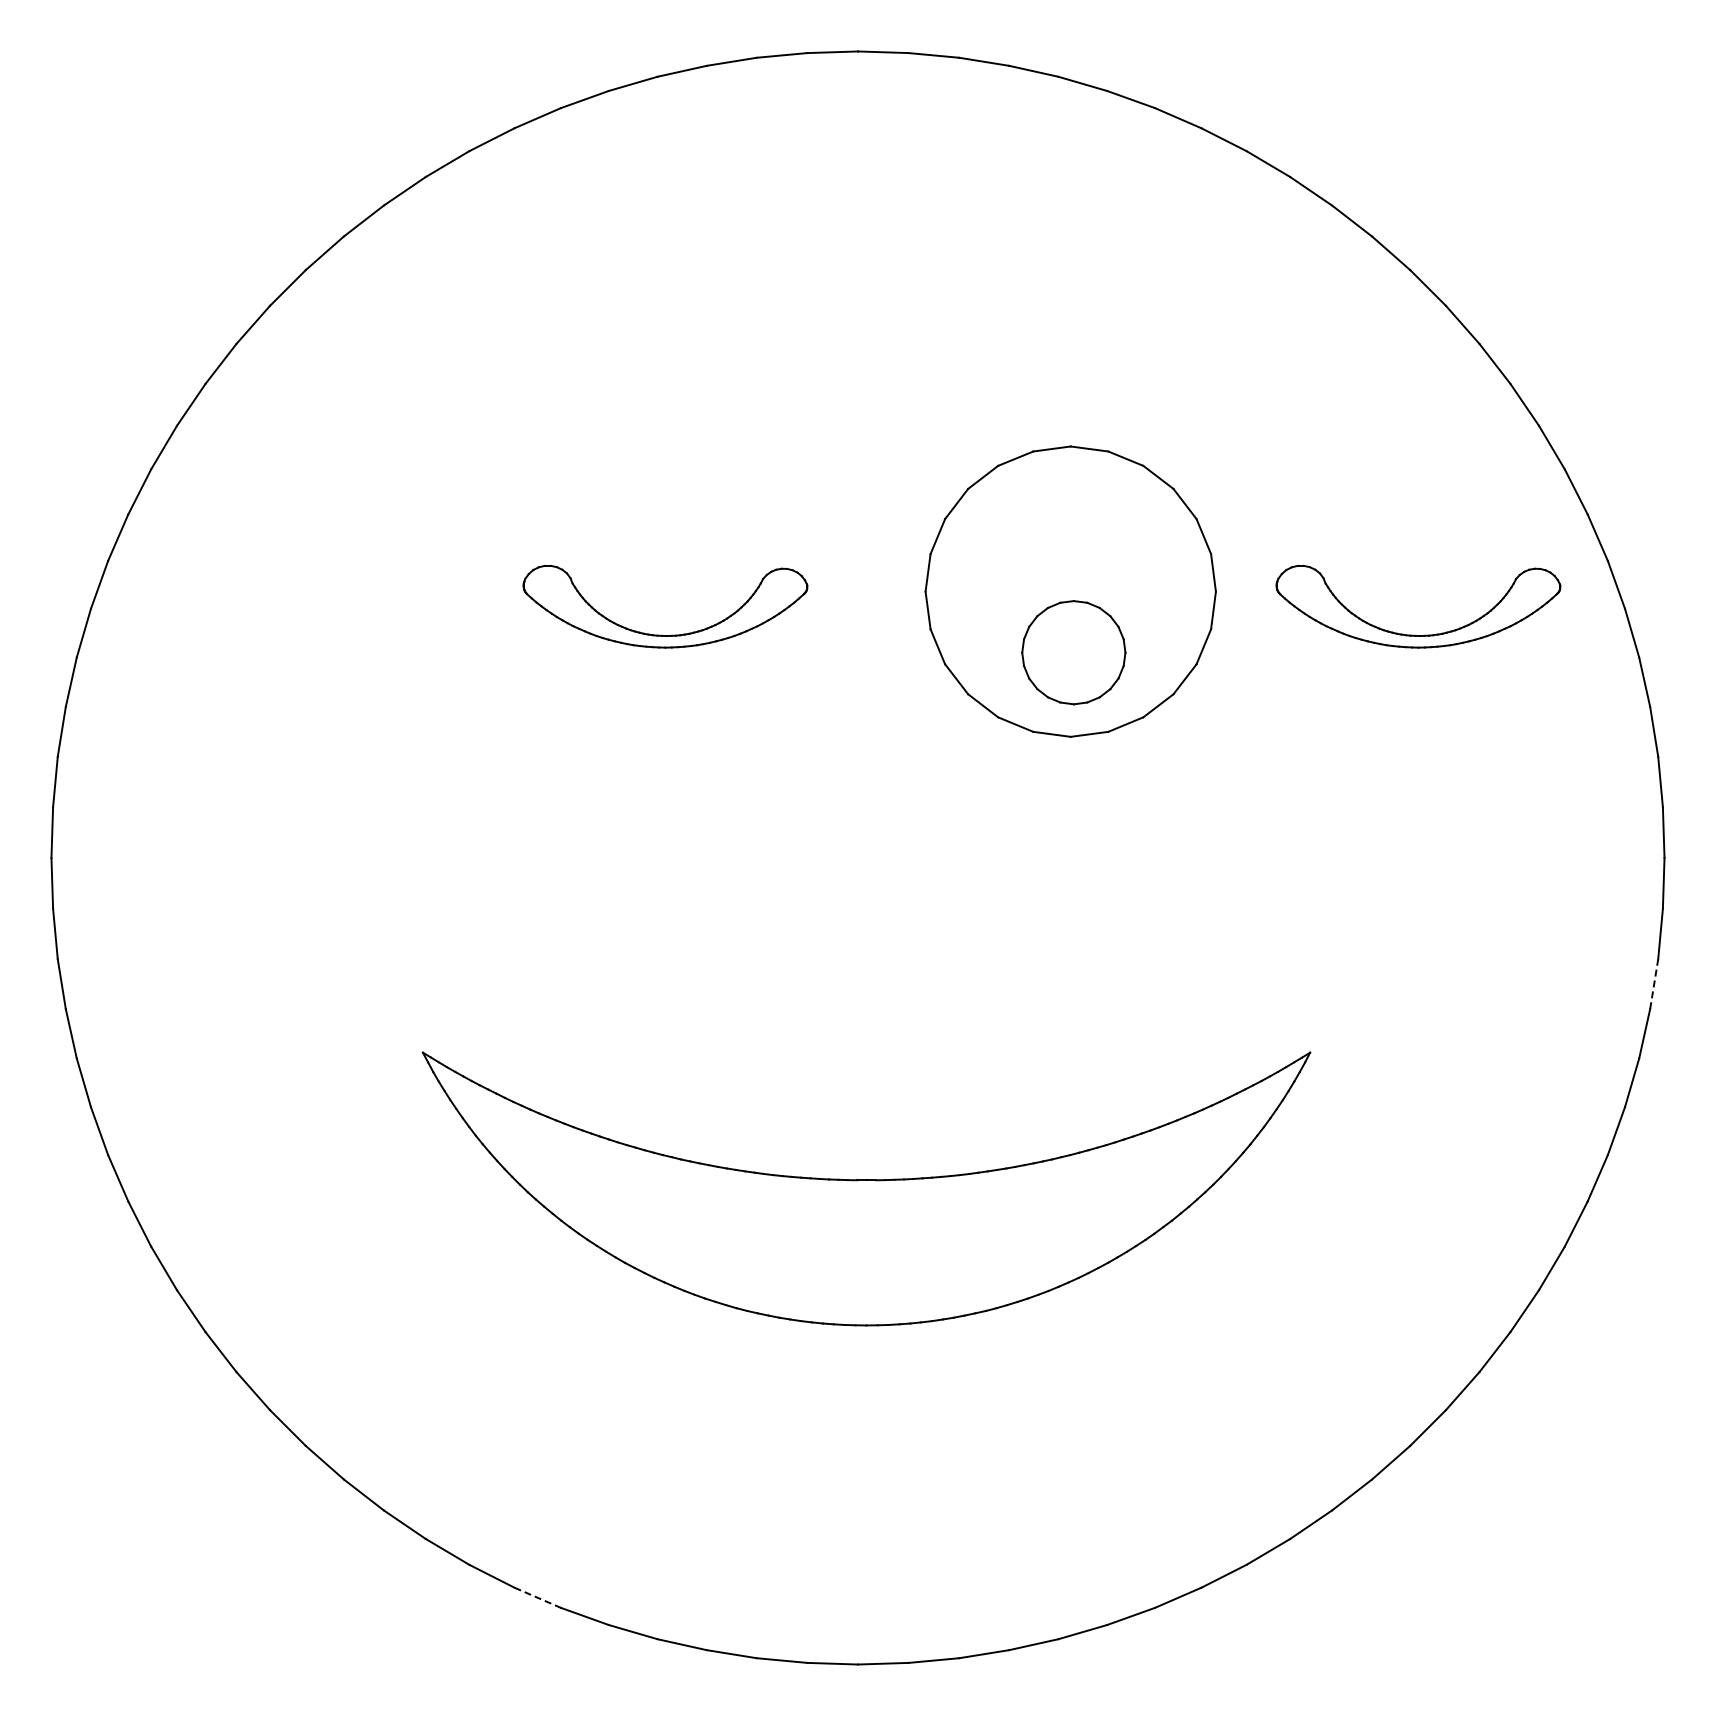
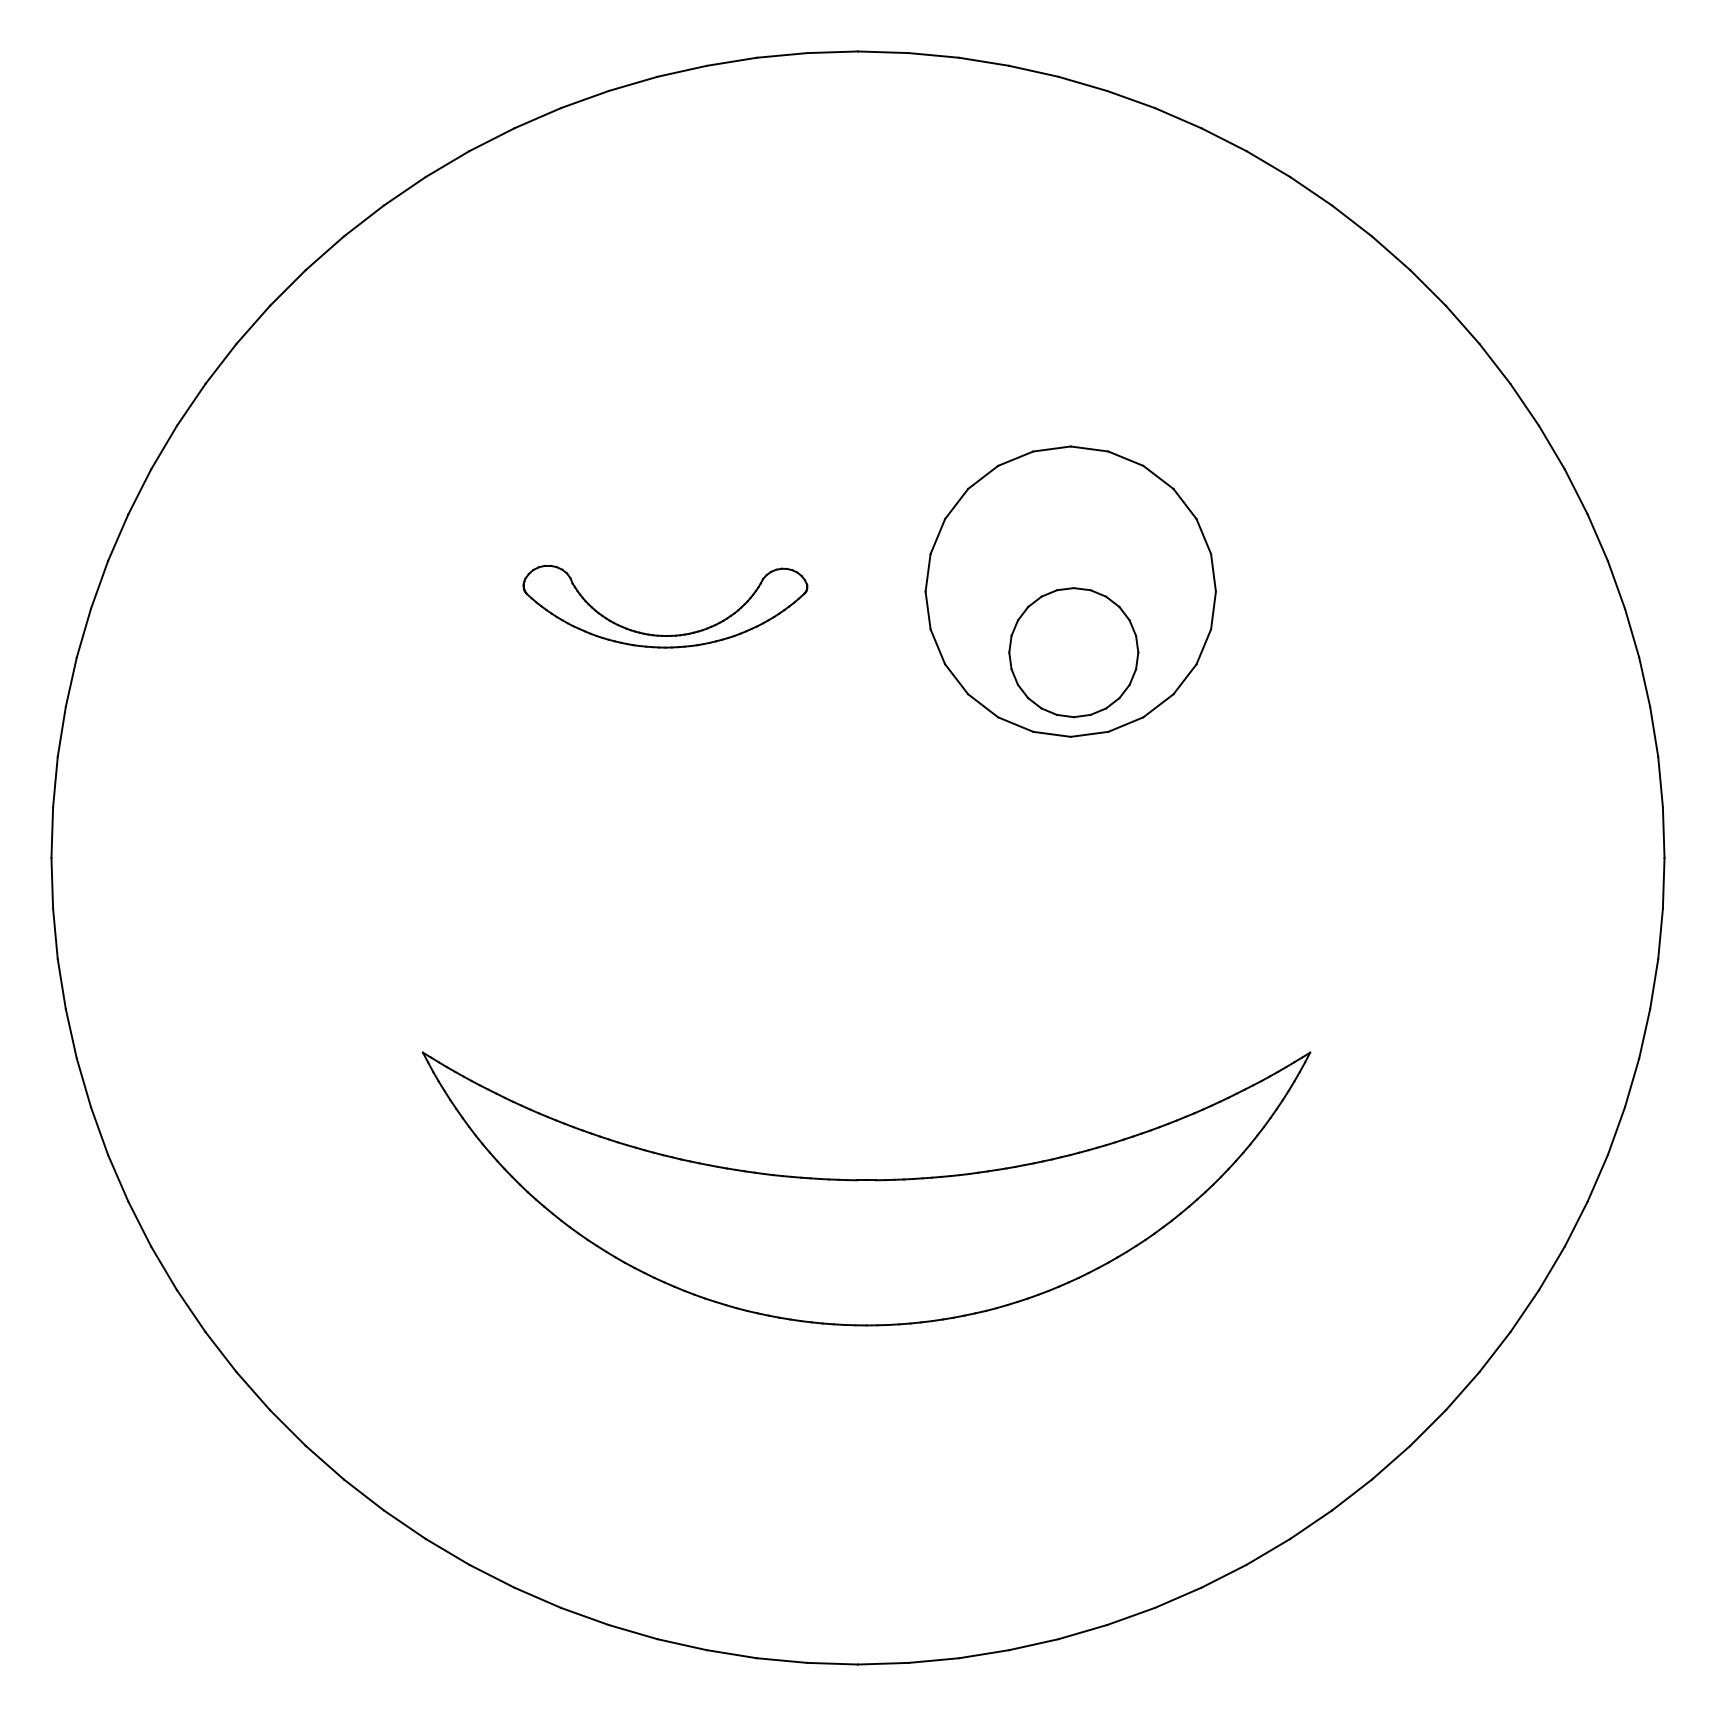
part at (1415, 634): present -> none
part at (1073, 652) size: 106x106 px -> 132x132 px
line at (1654, 983): dashed -> solid
line at (538, 1598): dashed -> solid
